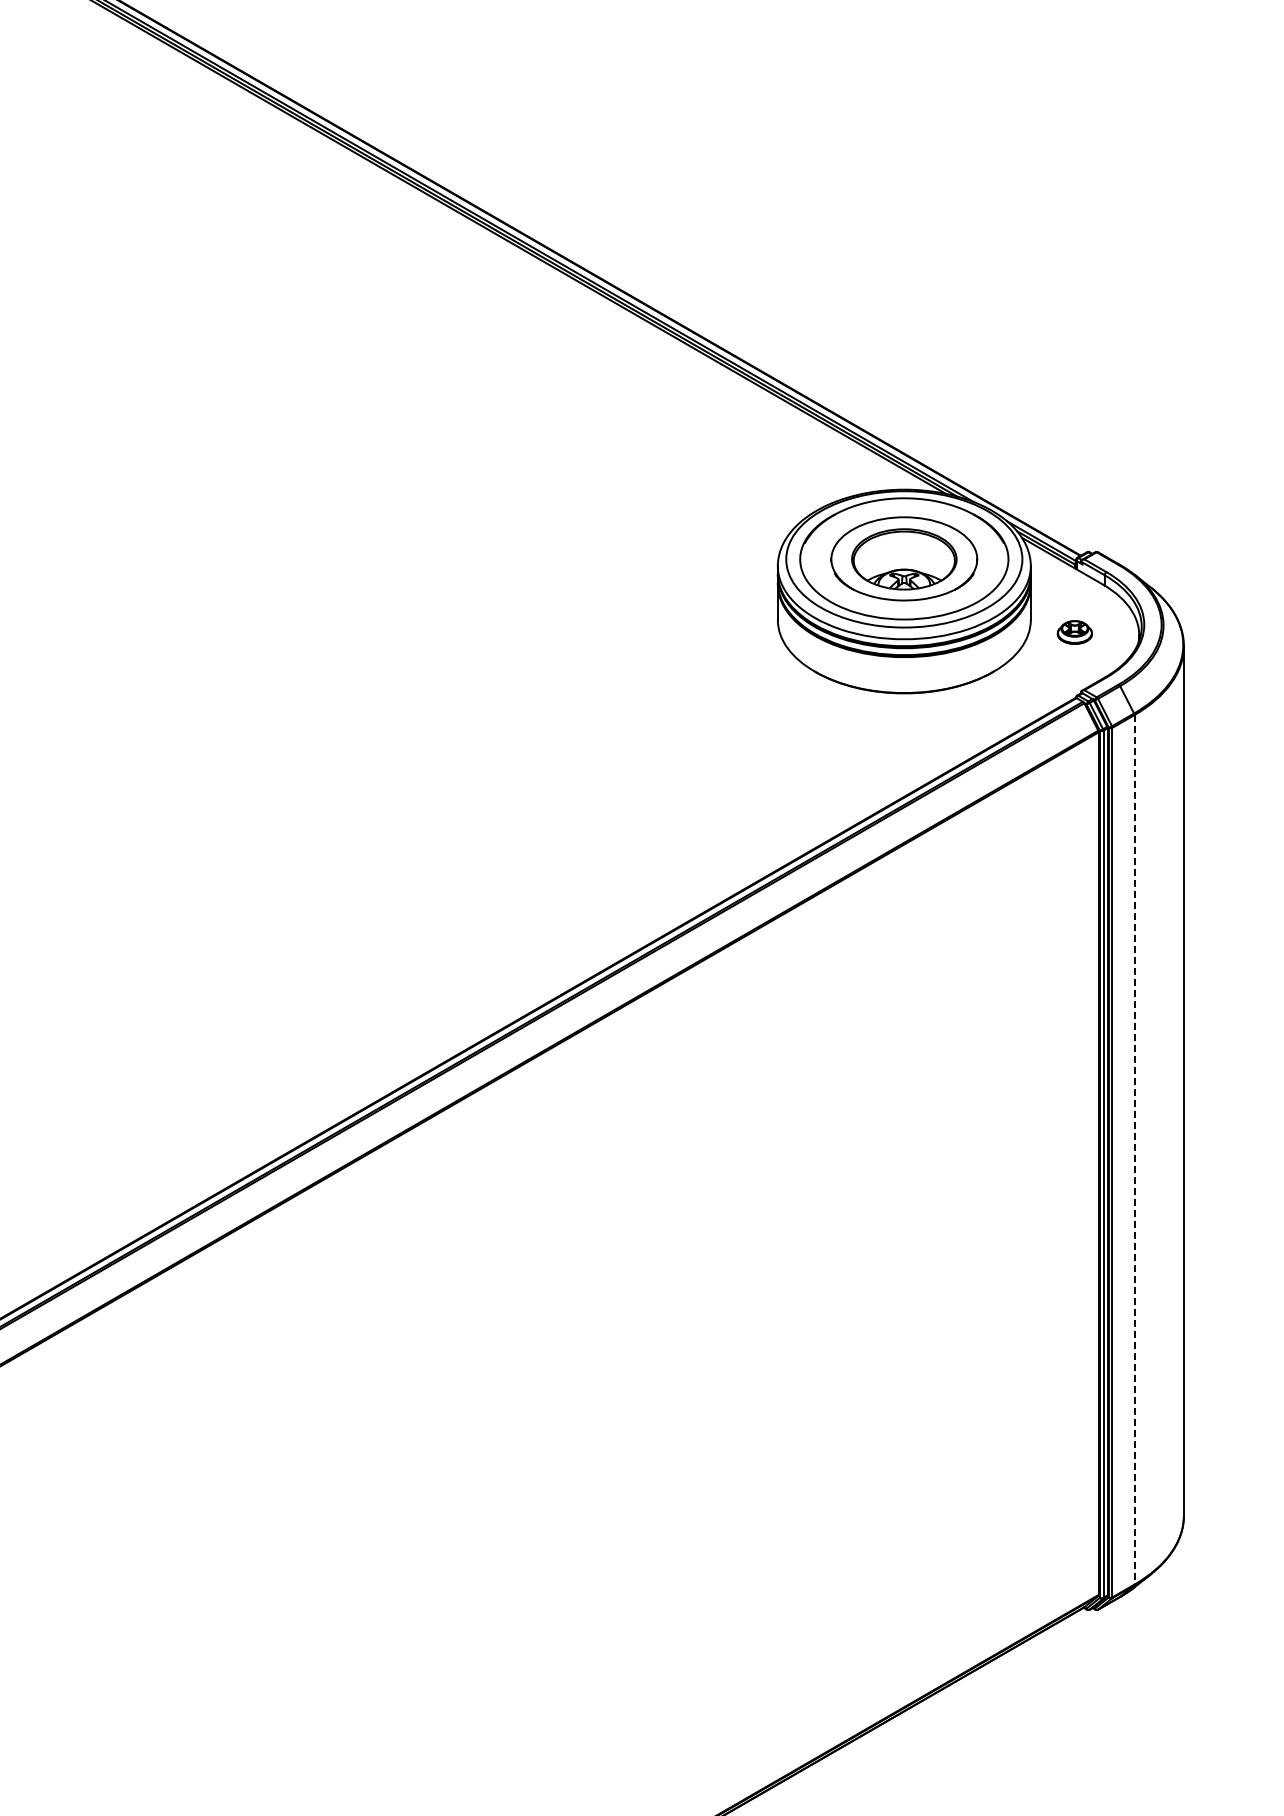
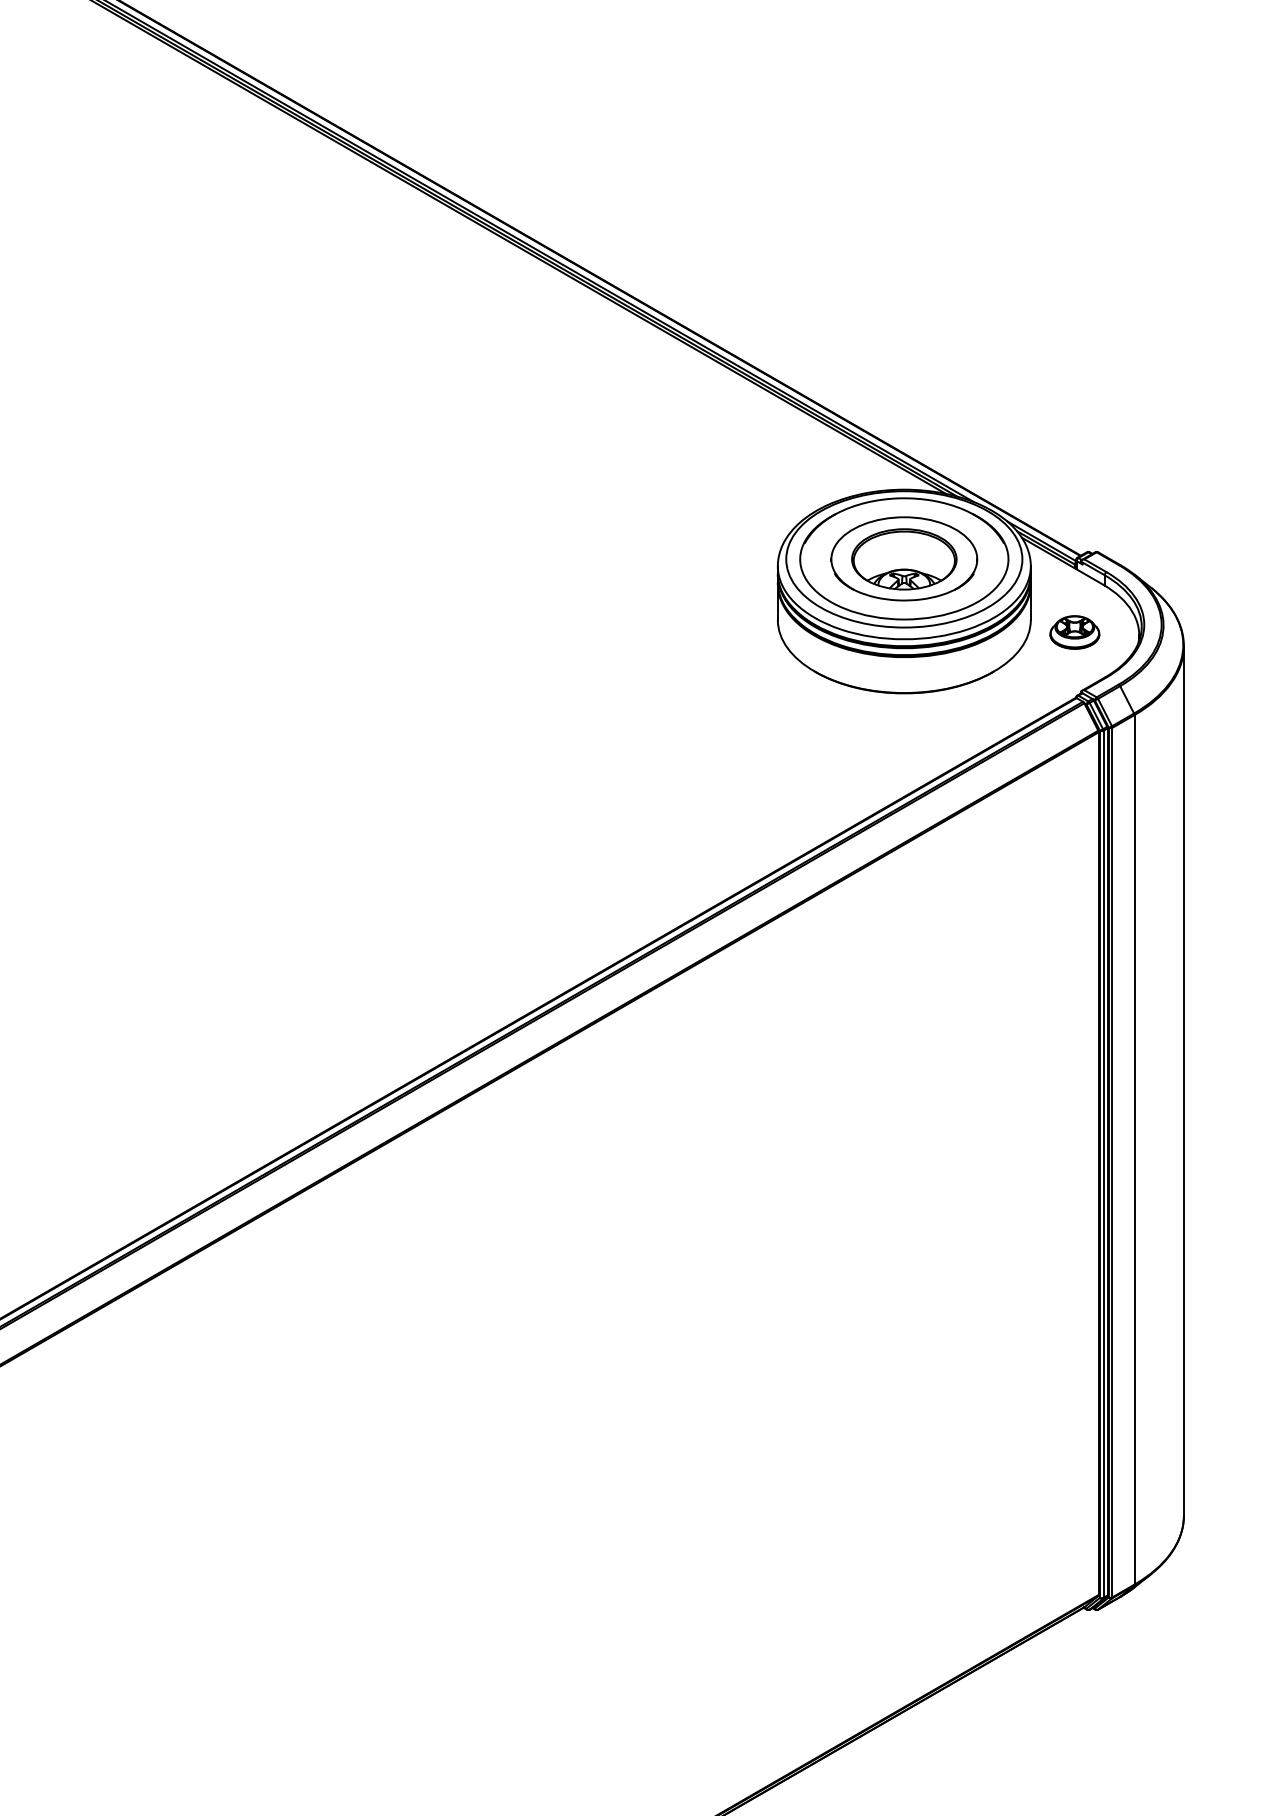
part at (1074, 632) size: 37x25 px -> 52x35 px
line at (1134, 1149): dashed -> solid
